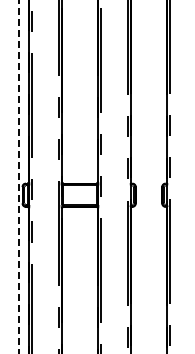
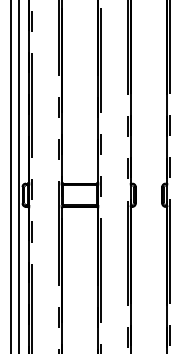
line at (10, 176): none -> present
line at (19, 177): dashed -> solid
